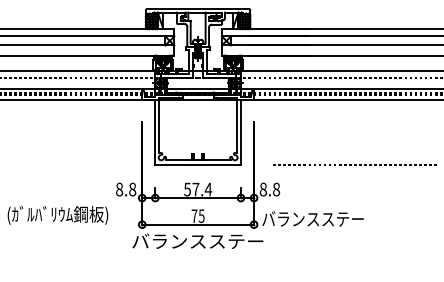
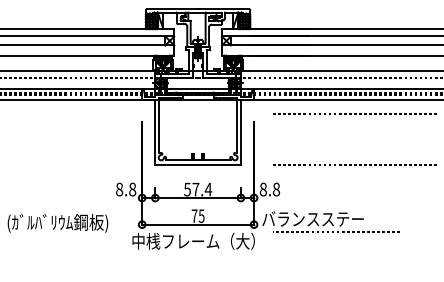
line at (354, 114): none -> present
text at (57, 215) position: (57, 215) -> (57, 223)
line at (335, 232): none -> present
text at (197, 240): バランスステー -> 中桟フレーム（大）
